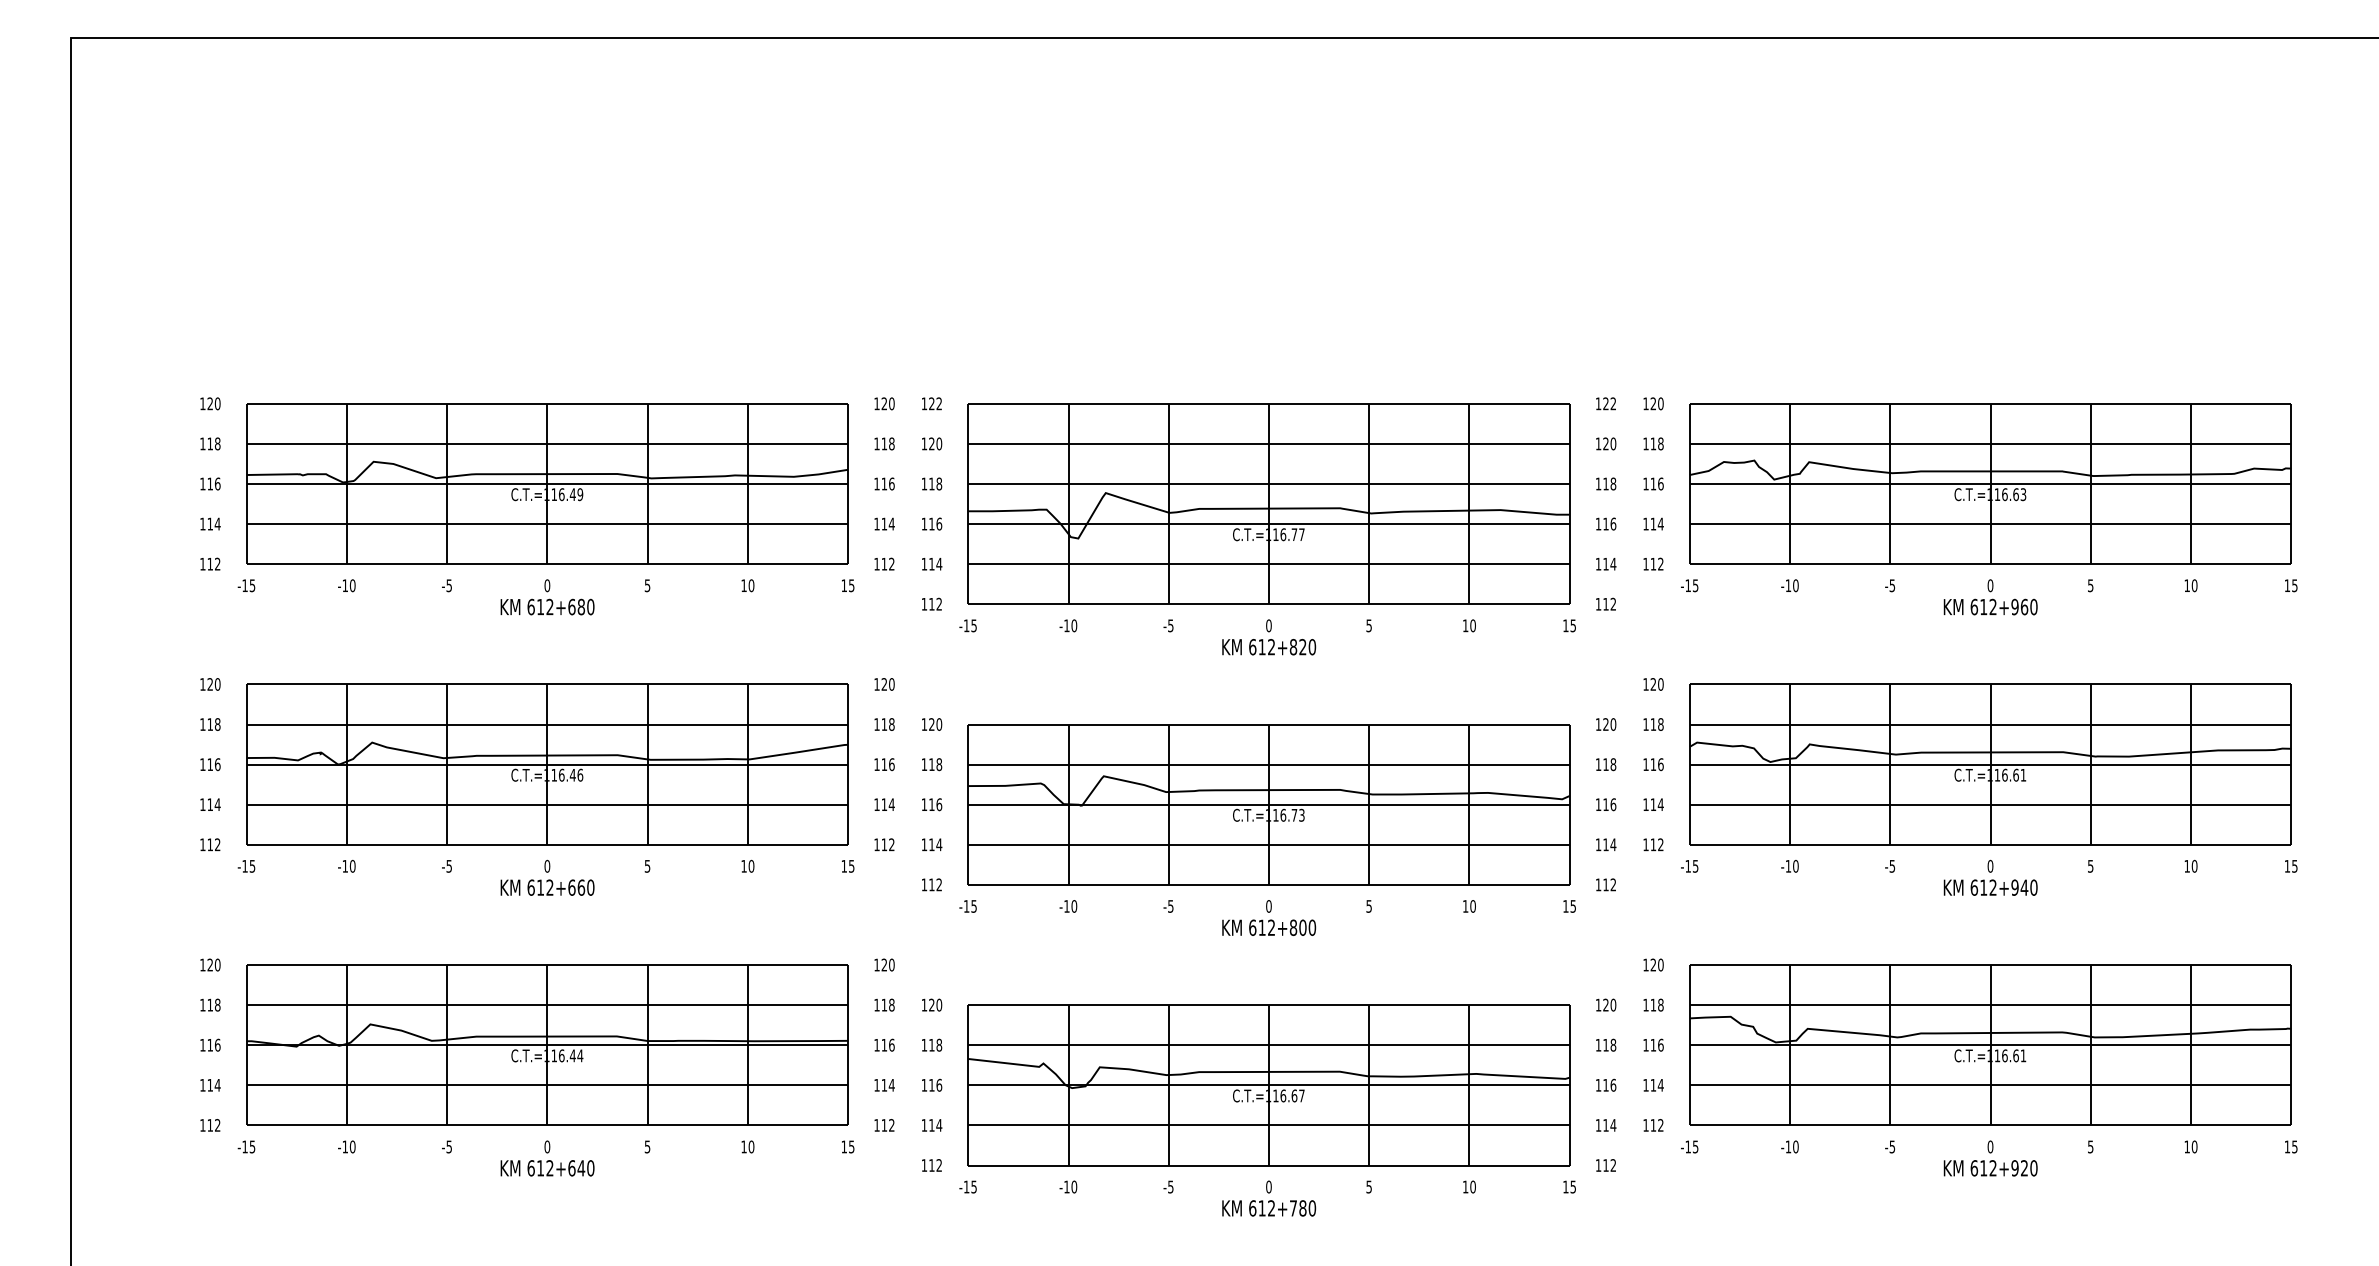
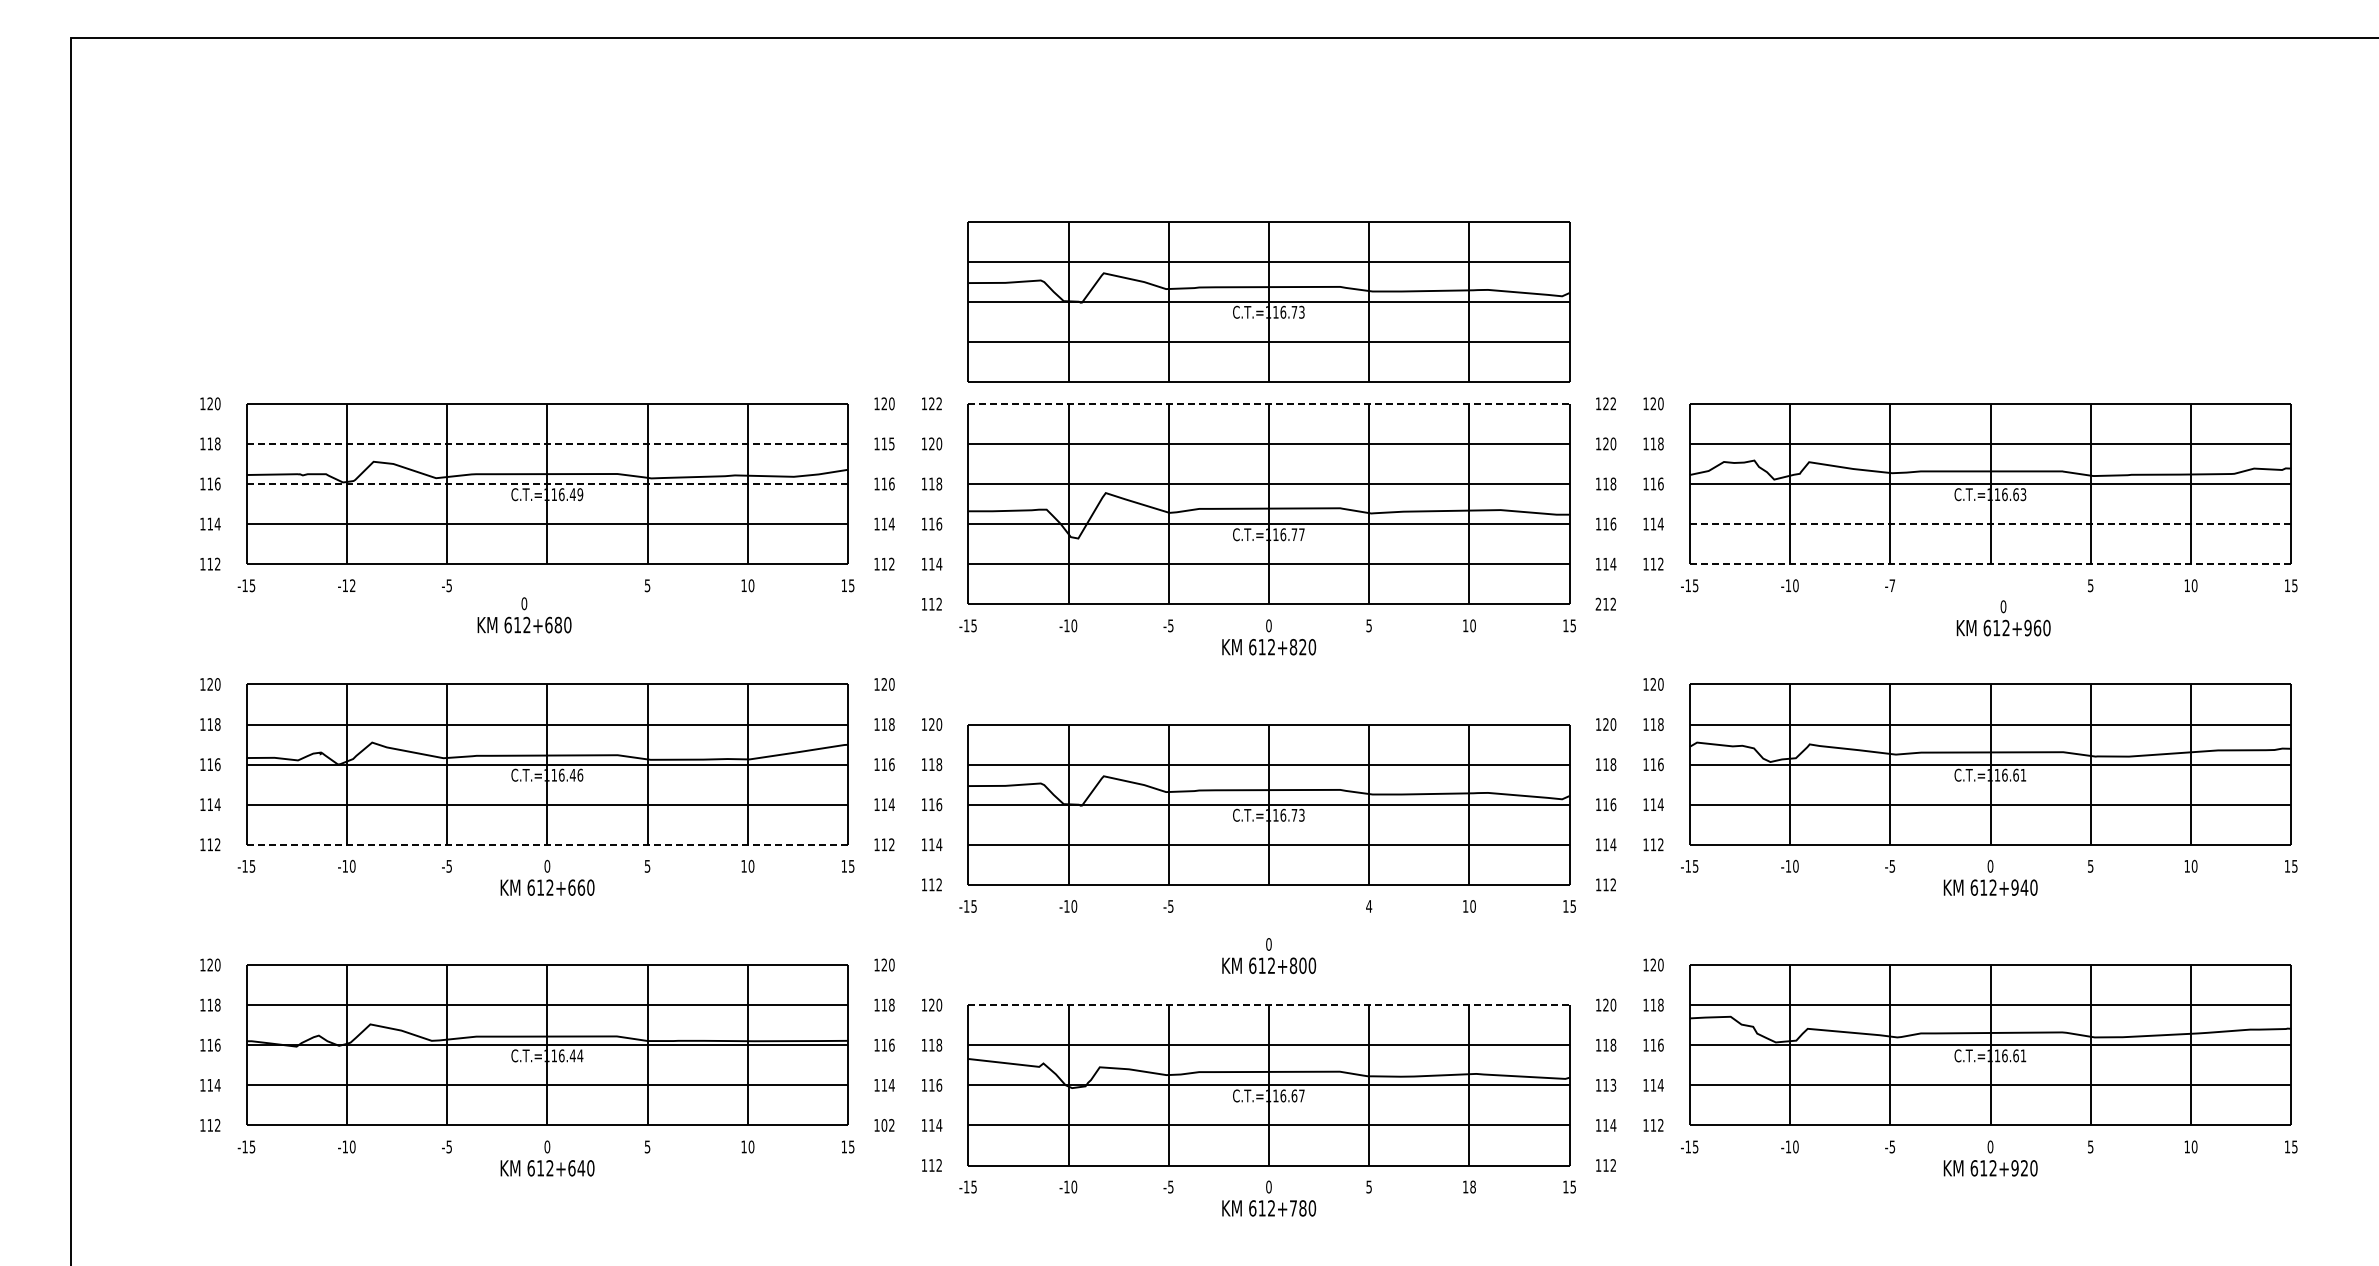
part at (1268, 301): none -> present
line at (1268, 403): solid -> dashed
line at (547, 443): solid -> dashed
text at (891, 443): 118 -> 115
line at (547, 484): solid -> dashed
line at (1990, 524): solid -> dashed
line at (1990, 564): solid -> dashed
text at (352, 585): -10 -> -12
text at (1892, 585): -5 -> -7
text at (547, 597) position: (547, 597) -> (524, 615)
text at (1990, 597) position: (1990, 597) -> (2003, 618)
text at (1597, 603): 112 -> 212
line at (547, 844): solid -> dashed
text at (1369, 906): 5 -> 4
text at (1269, 917) position: (1269, 917) -> (1269, 955)
line at (1268, 1005): solid -> dashed
text at (1613, 1084): 116 -> 113
text at (884, 1125): 112 -> 102
text at (1472, 1187): 10 -> 18
